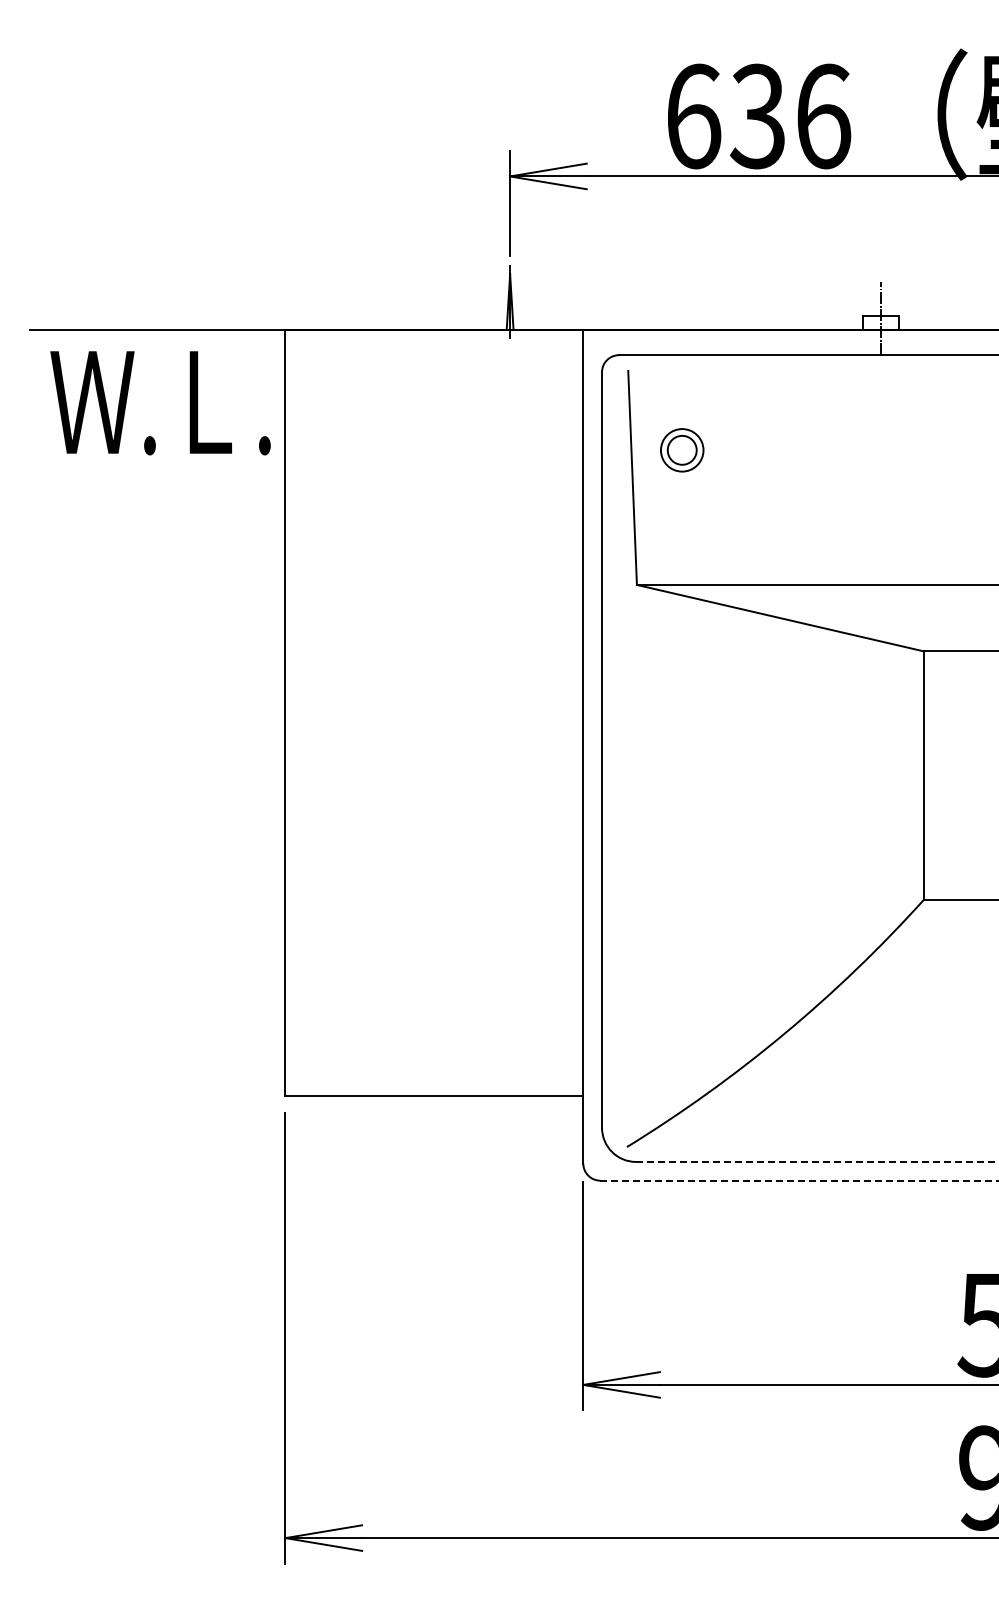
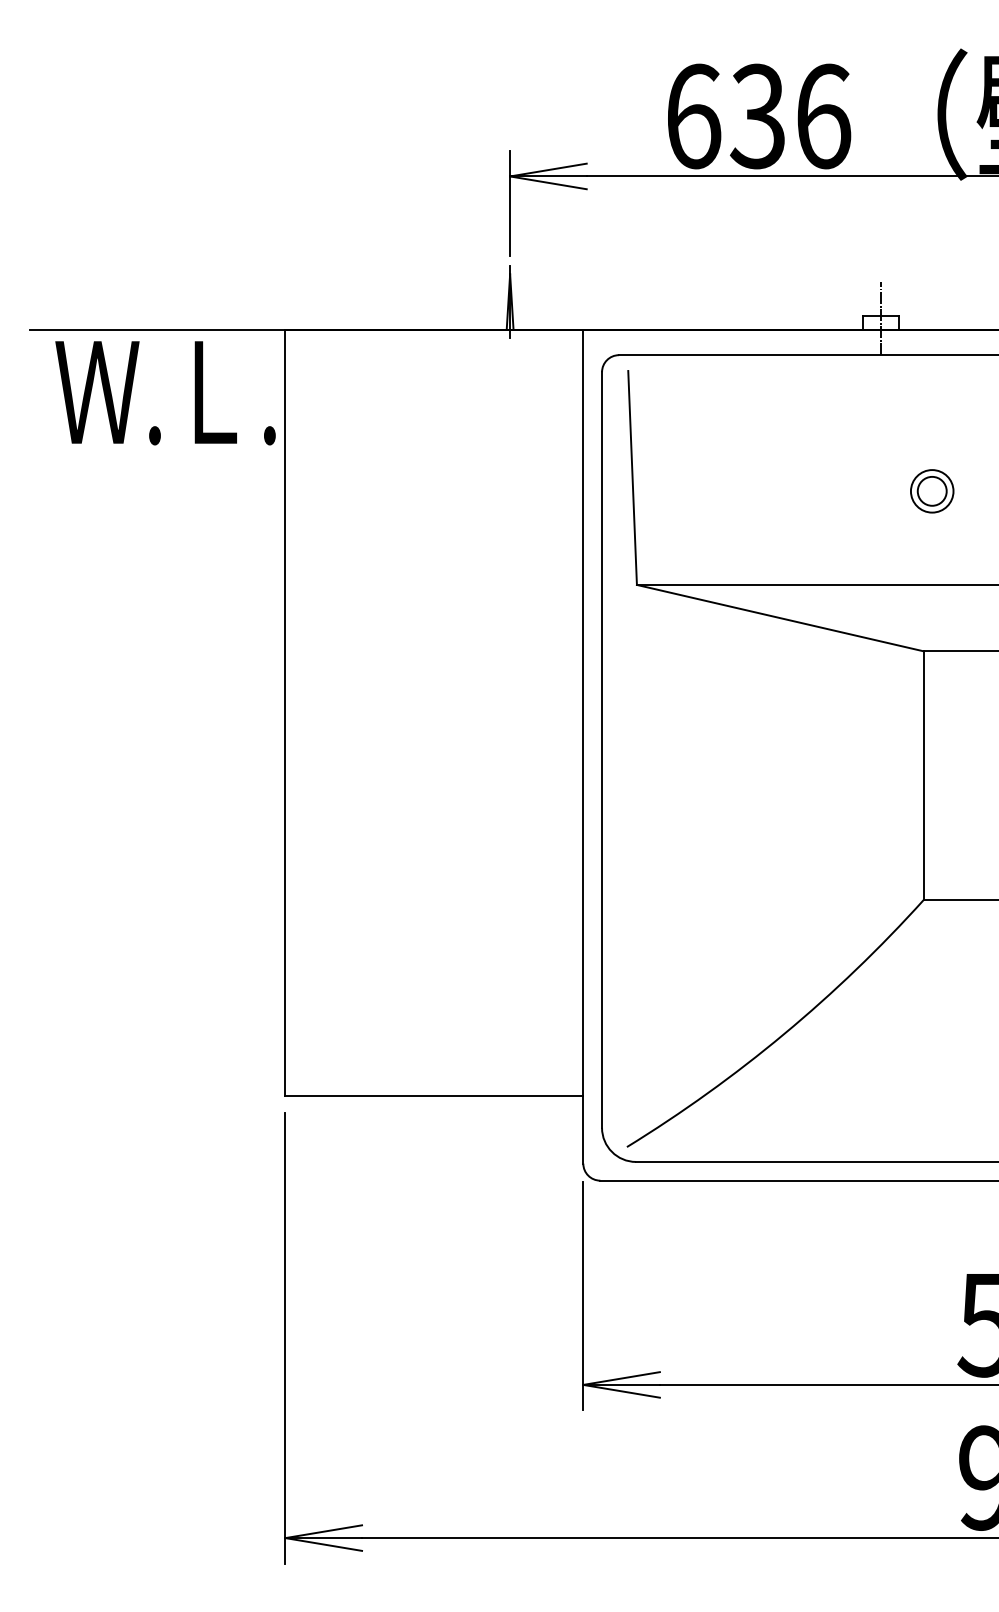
text at (160, 403) position: (160, 403) -> (165, 393)
part at (682, 450) position: (682, 450) -> (932, 491)
line at (818, 1161): dashed -> solid
line at (800, 1180): dashed -> solid
